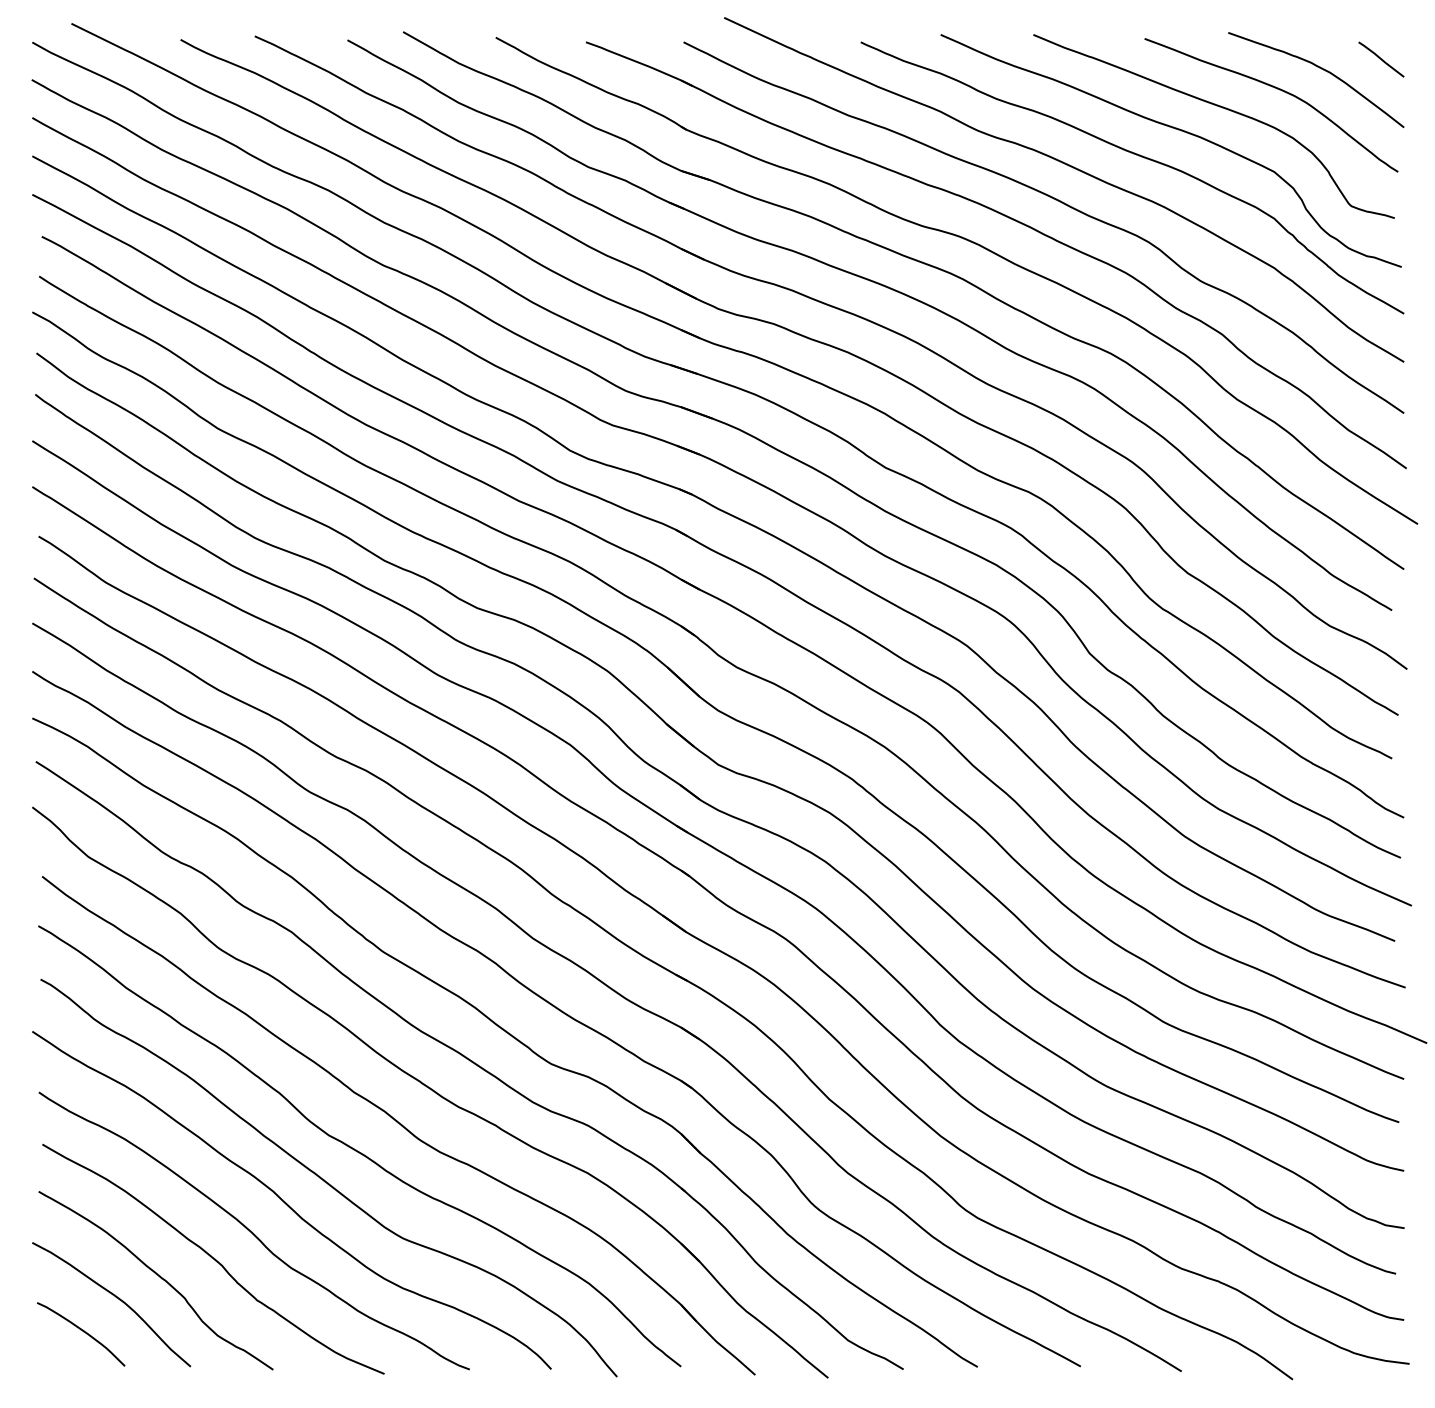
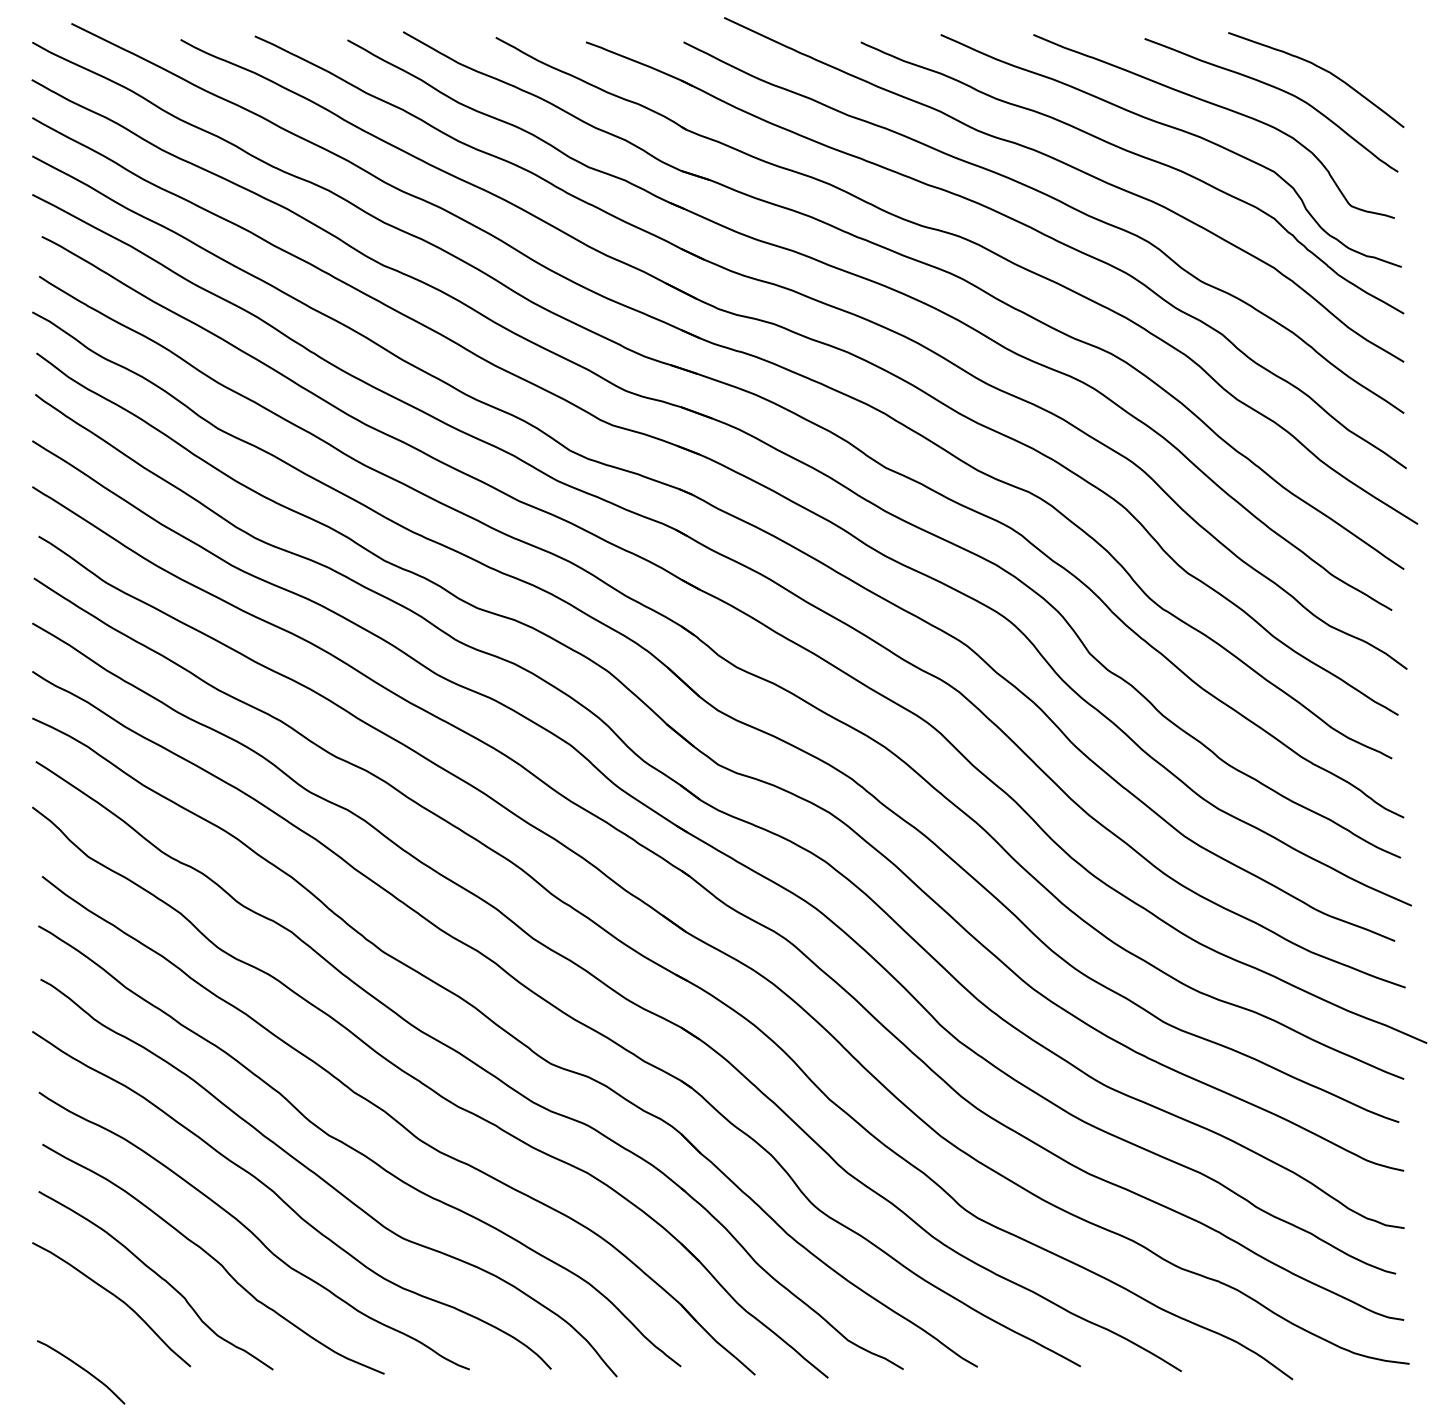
line at (1381, 59): present -> none
curve at (83, 1332) position: (83, 1332) -> (83, 1370)
